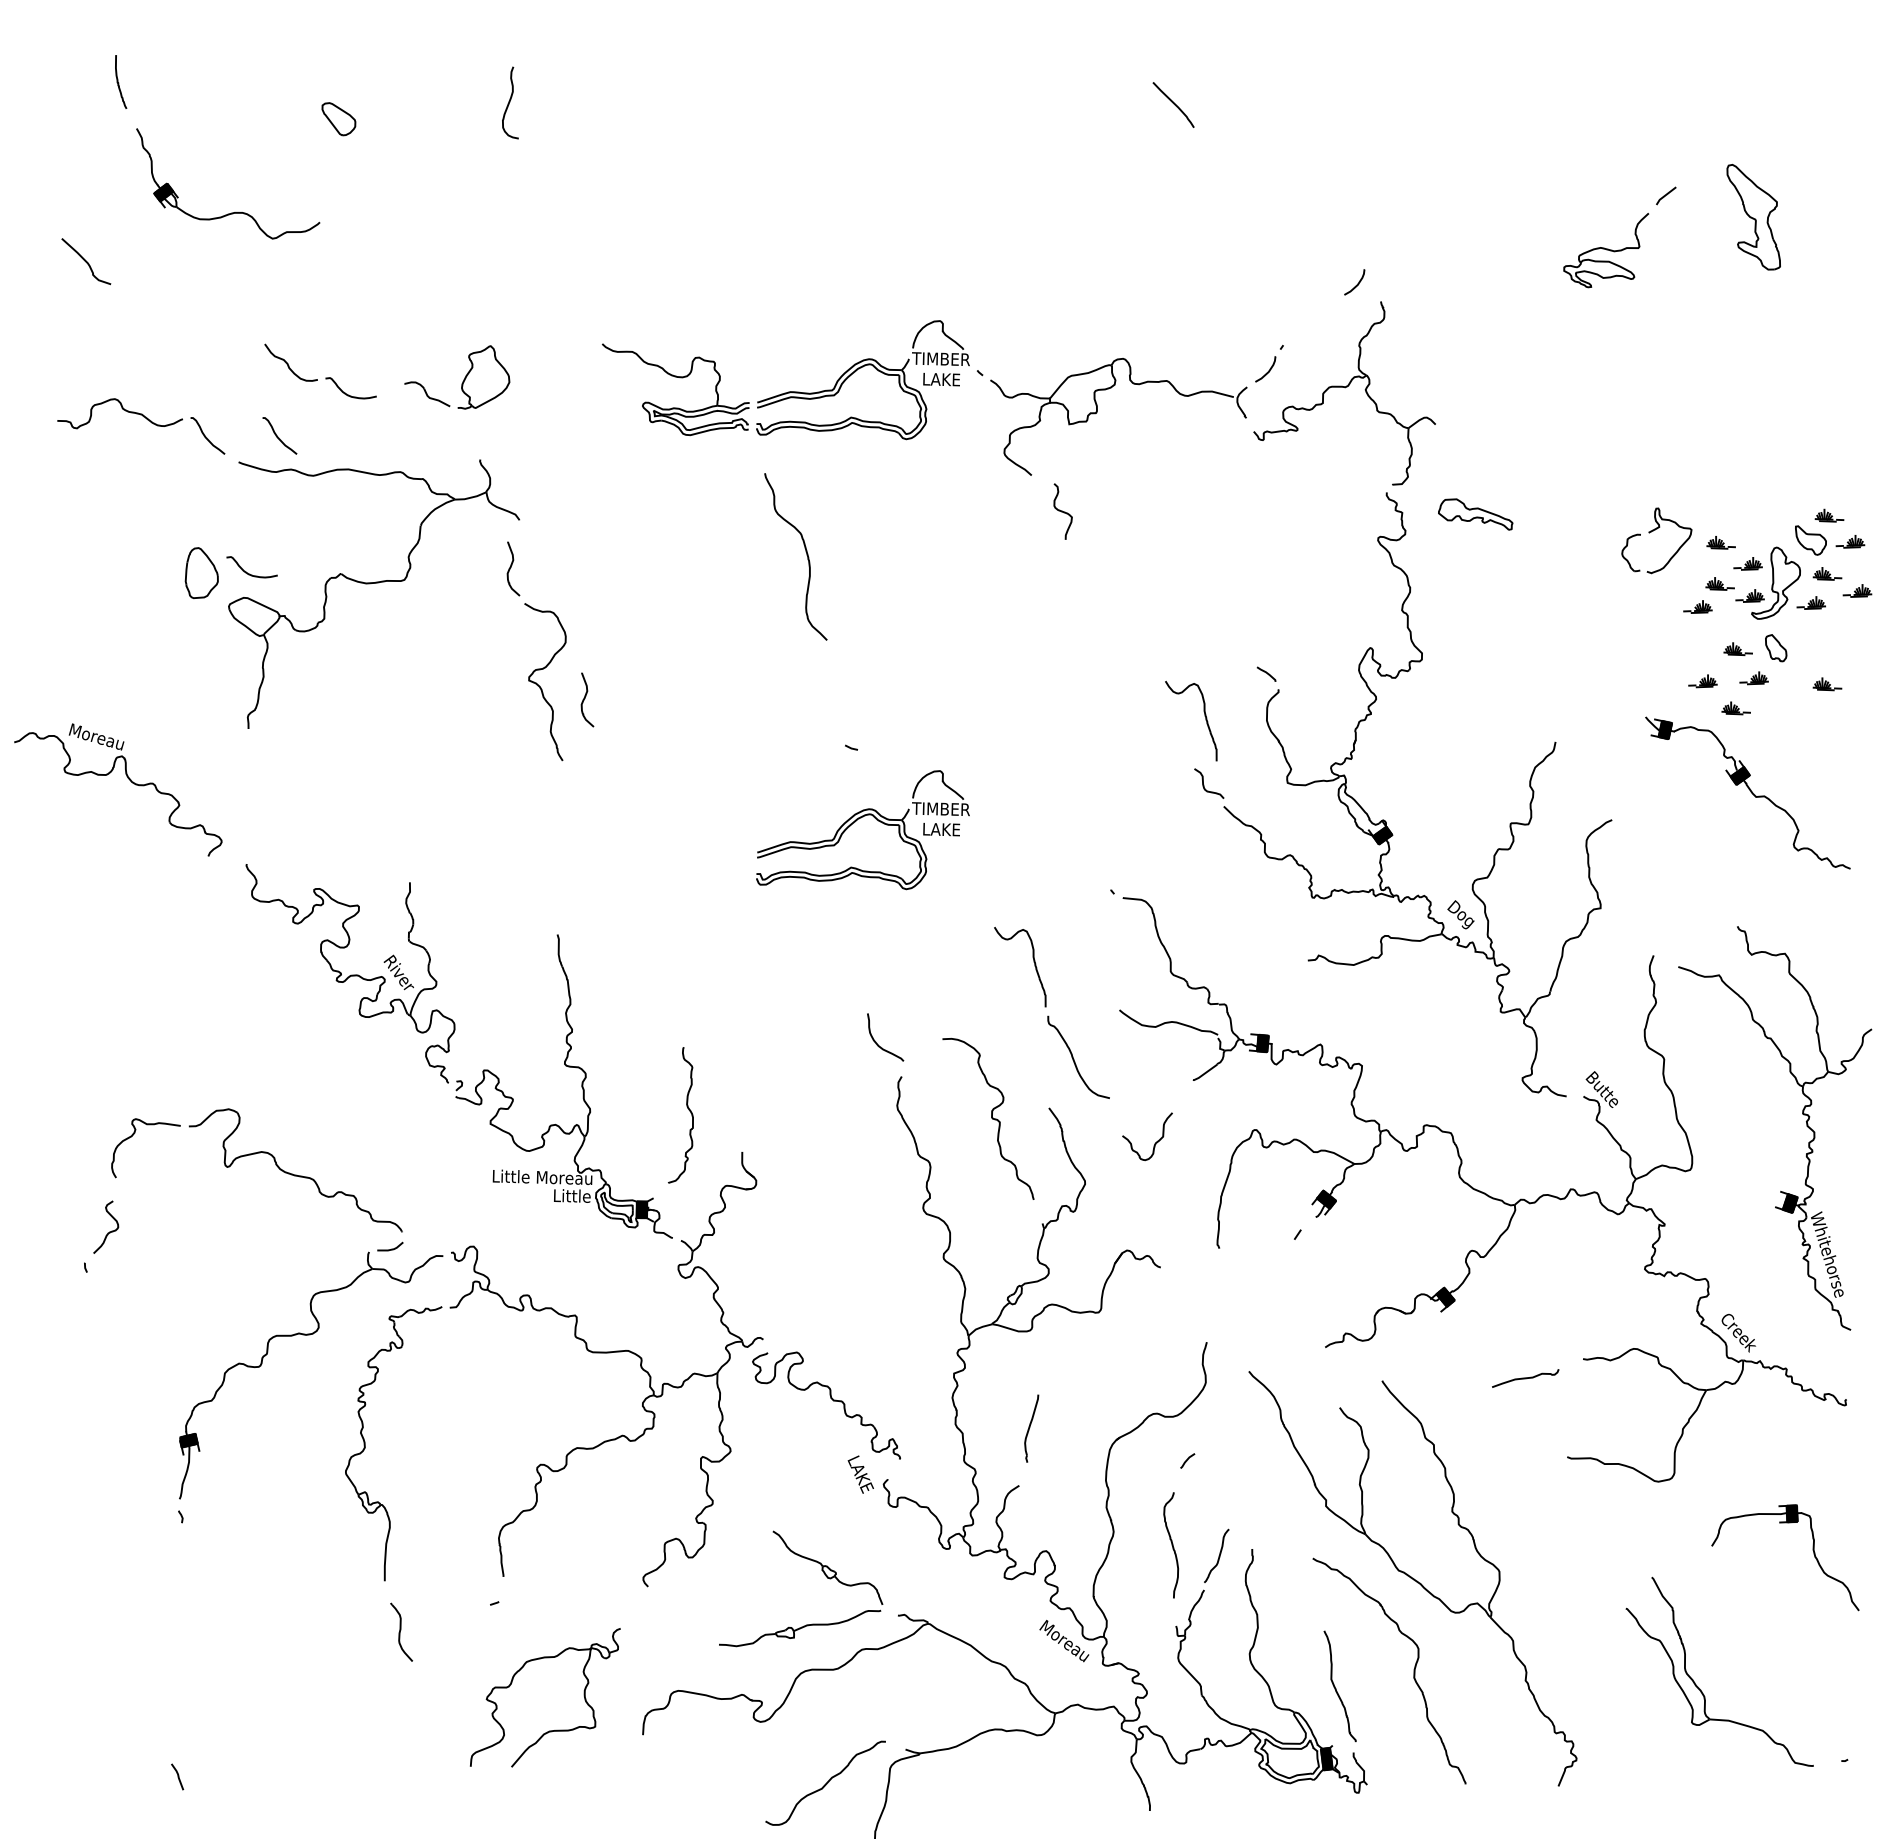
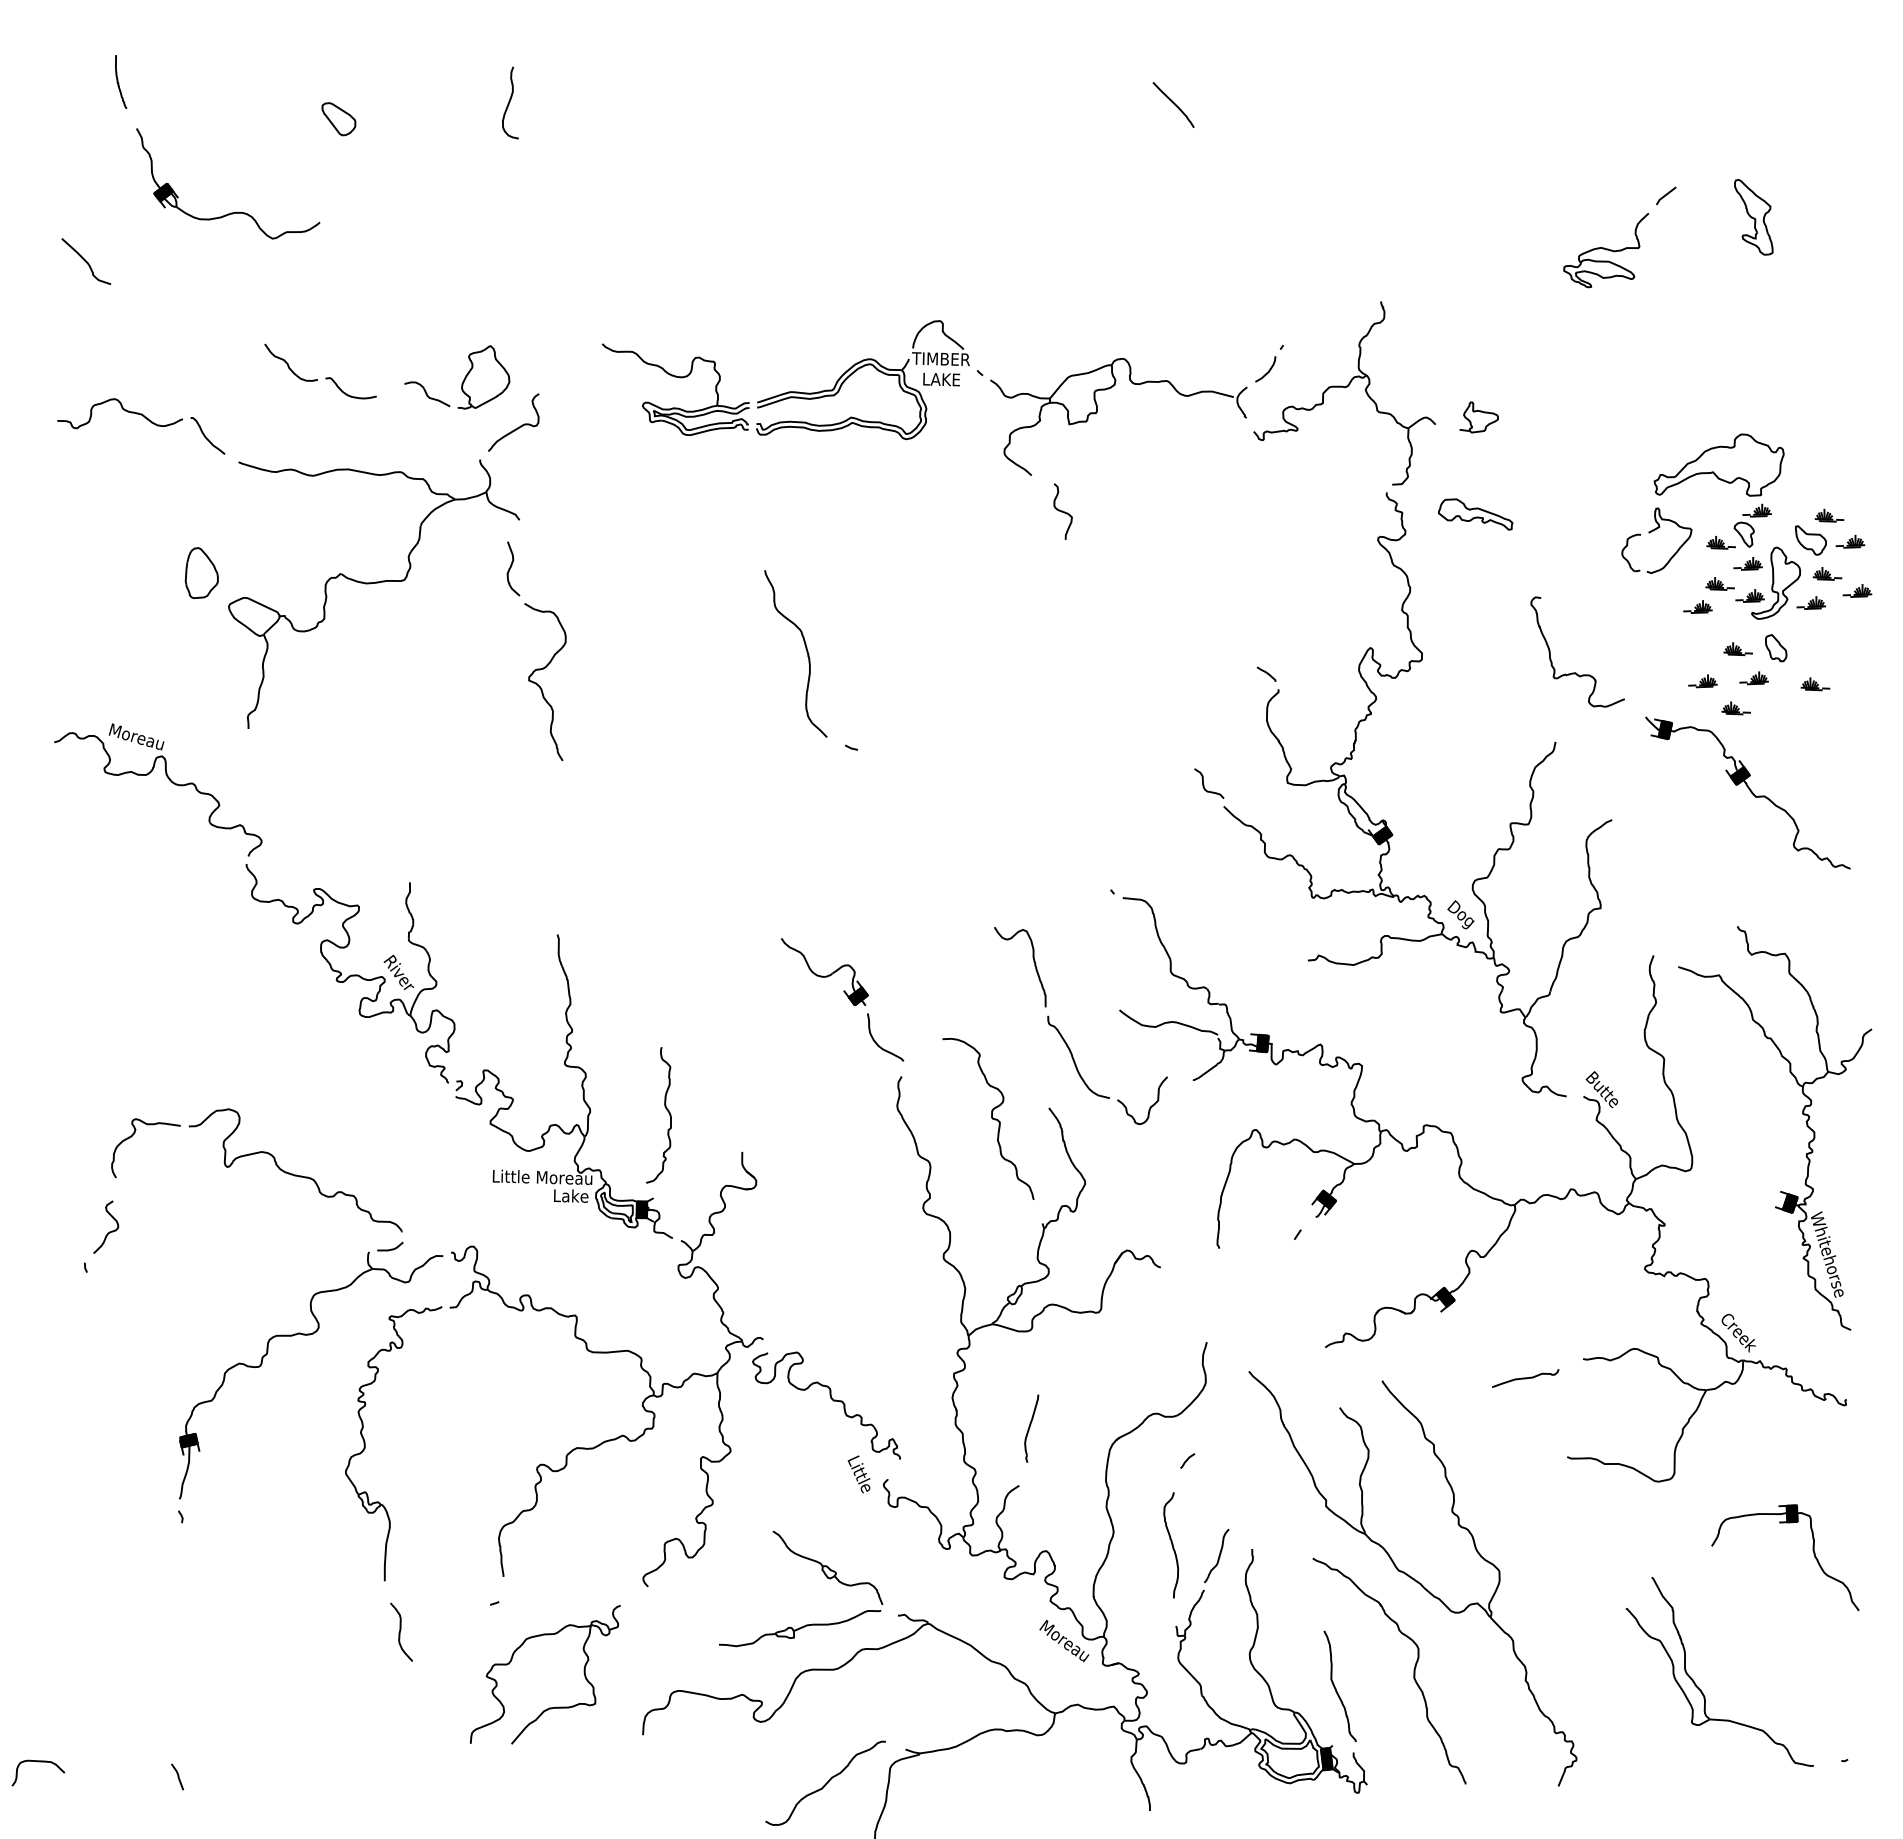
part at (1753, 217) size: 55x107 px -> 40x77 px
curve at (1356, 284): present -> none
part at (1478, 417): none -> present
curve at (515, 428): none -> present
curve at (278, 436): present -> none
part at (1722, 481): none -> present
curve at (806, 555) position: (806, 555) -> (806, 652)
curve at (249, 573): present -> none
curve at (1576, 672): none -> present
part at (1827, 684) position: (1827, 684) -> (1815, 684)
curve at (585, 698): present -> none
part at (1204, 716): present -> none
part at (128, 779) position: (128, 779) -> (168, 779)
part at (855, 822): present -> none
part at (824, 971): none -> present
part at (688, 1110) position: (688, 1110) -> (666, 1110)
curve at (1154, 1143) position: (1154, 1143) -> (1149, 1107)
text at (576, 1195): Little -> Lake
text at (861, 1478): LAKE -> Little
part at (549, 1730) position: (549, 1730) -> (549, 1707)
curve at (38, 1762): none -> present
